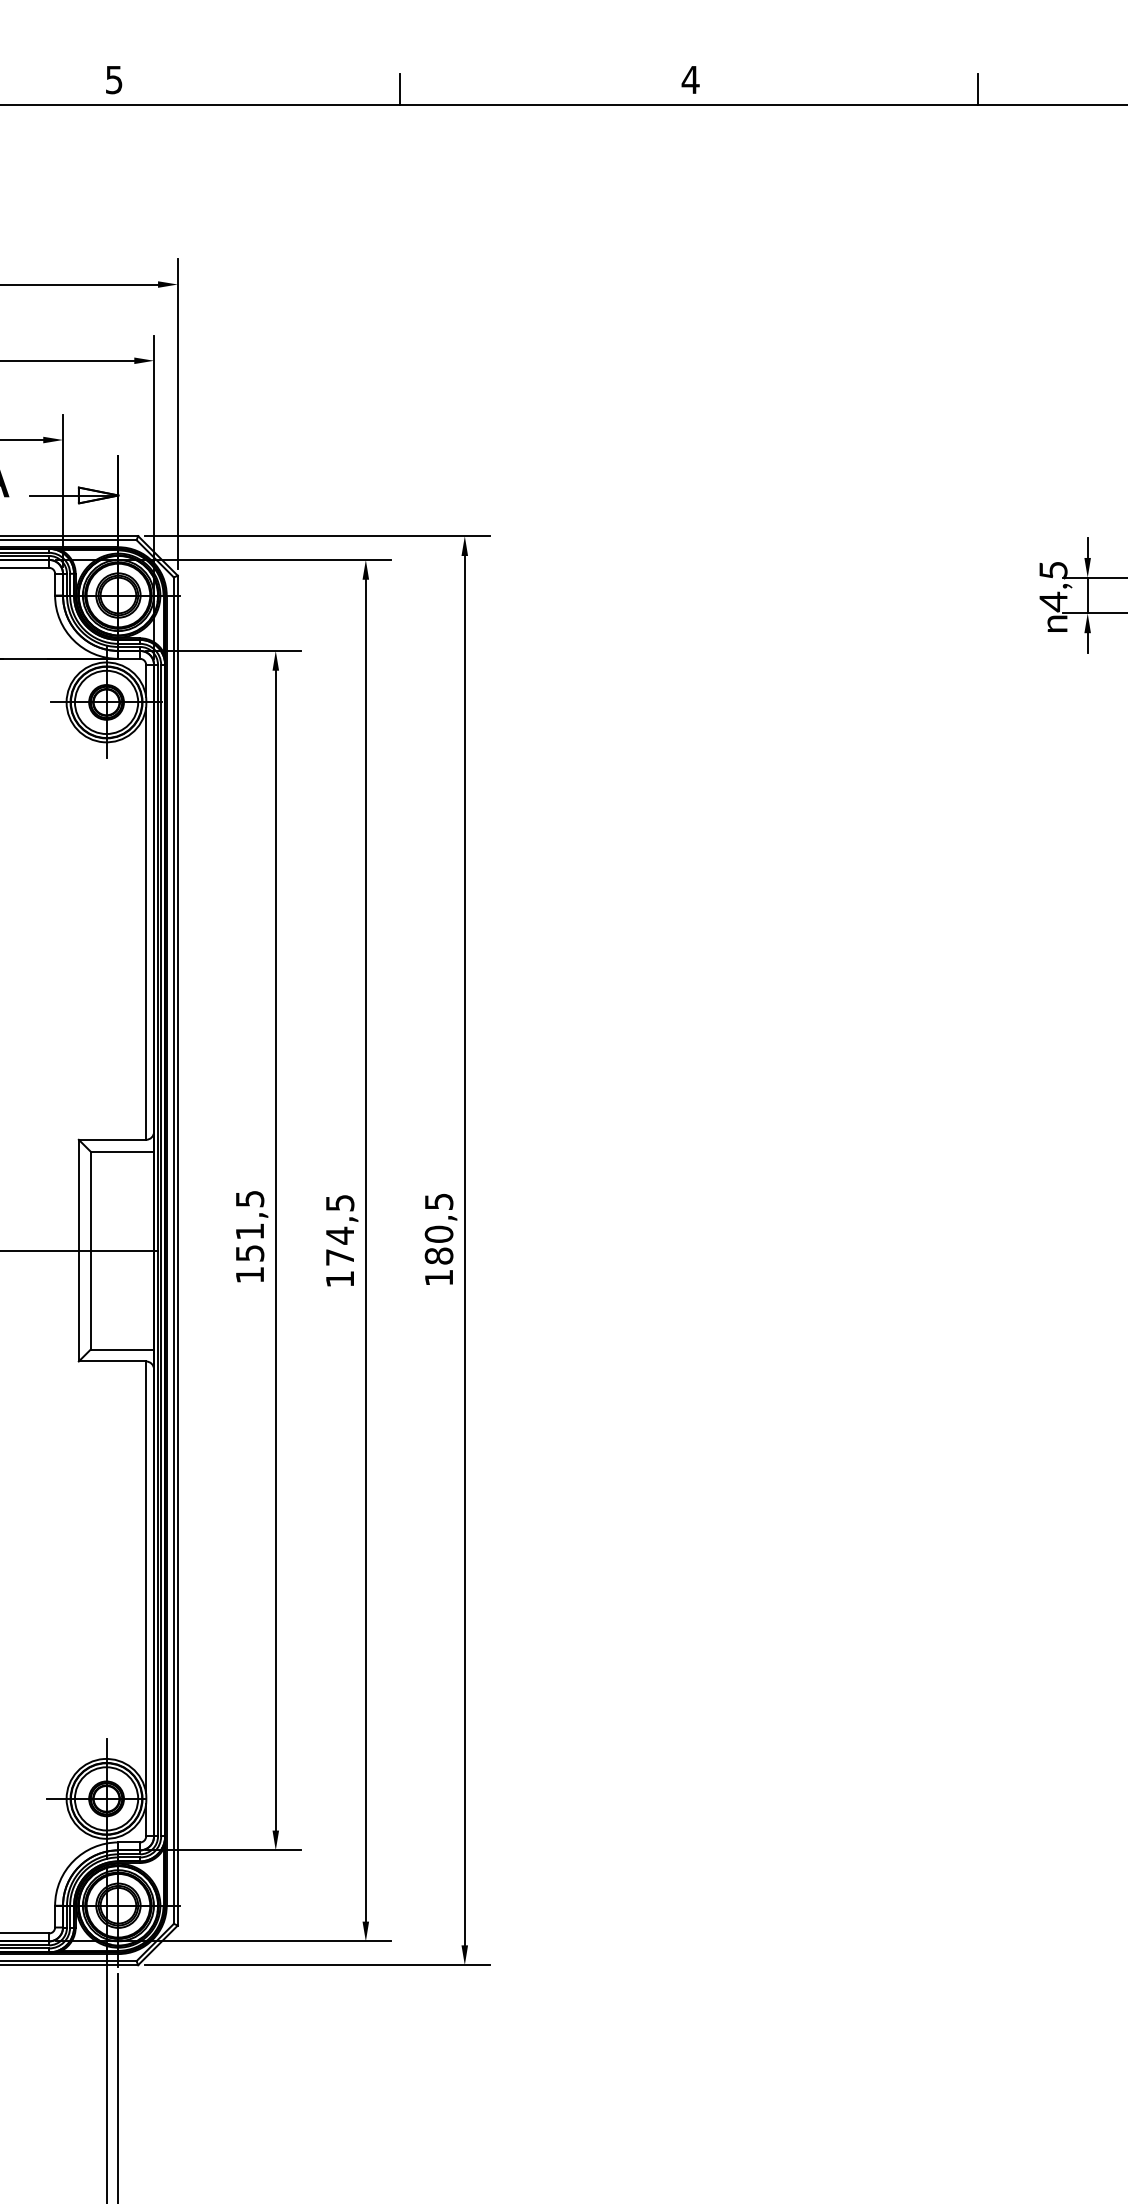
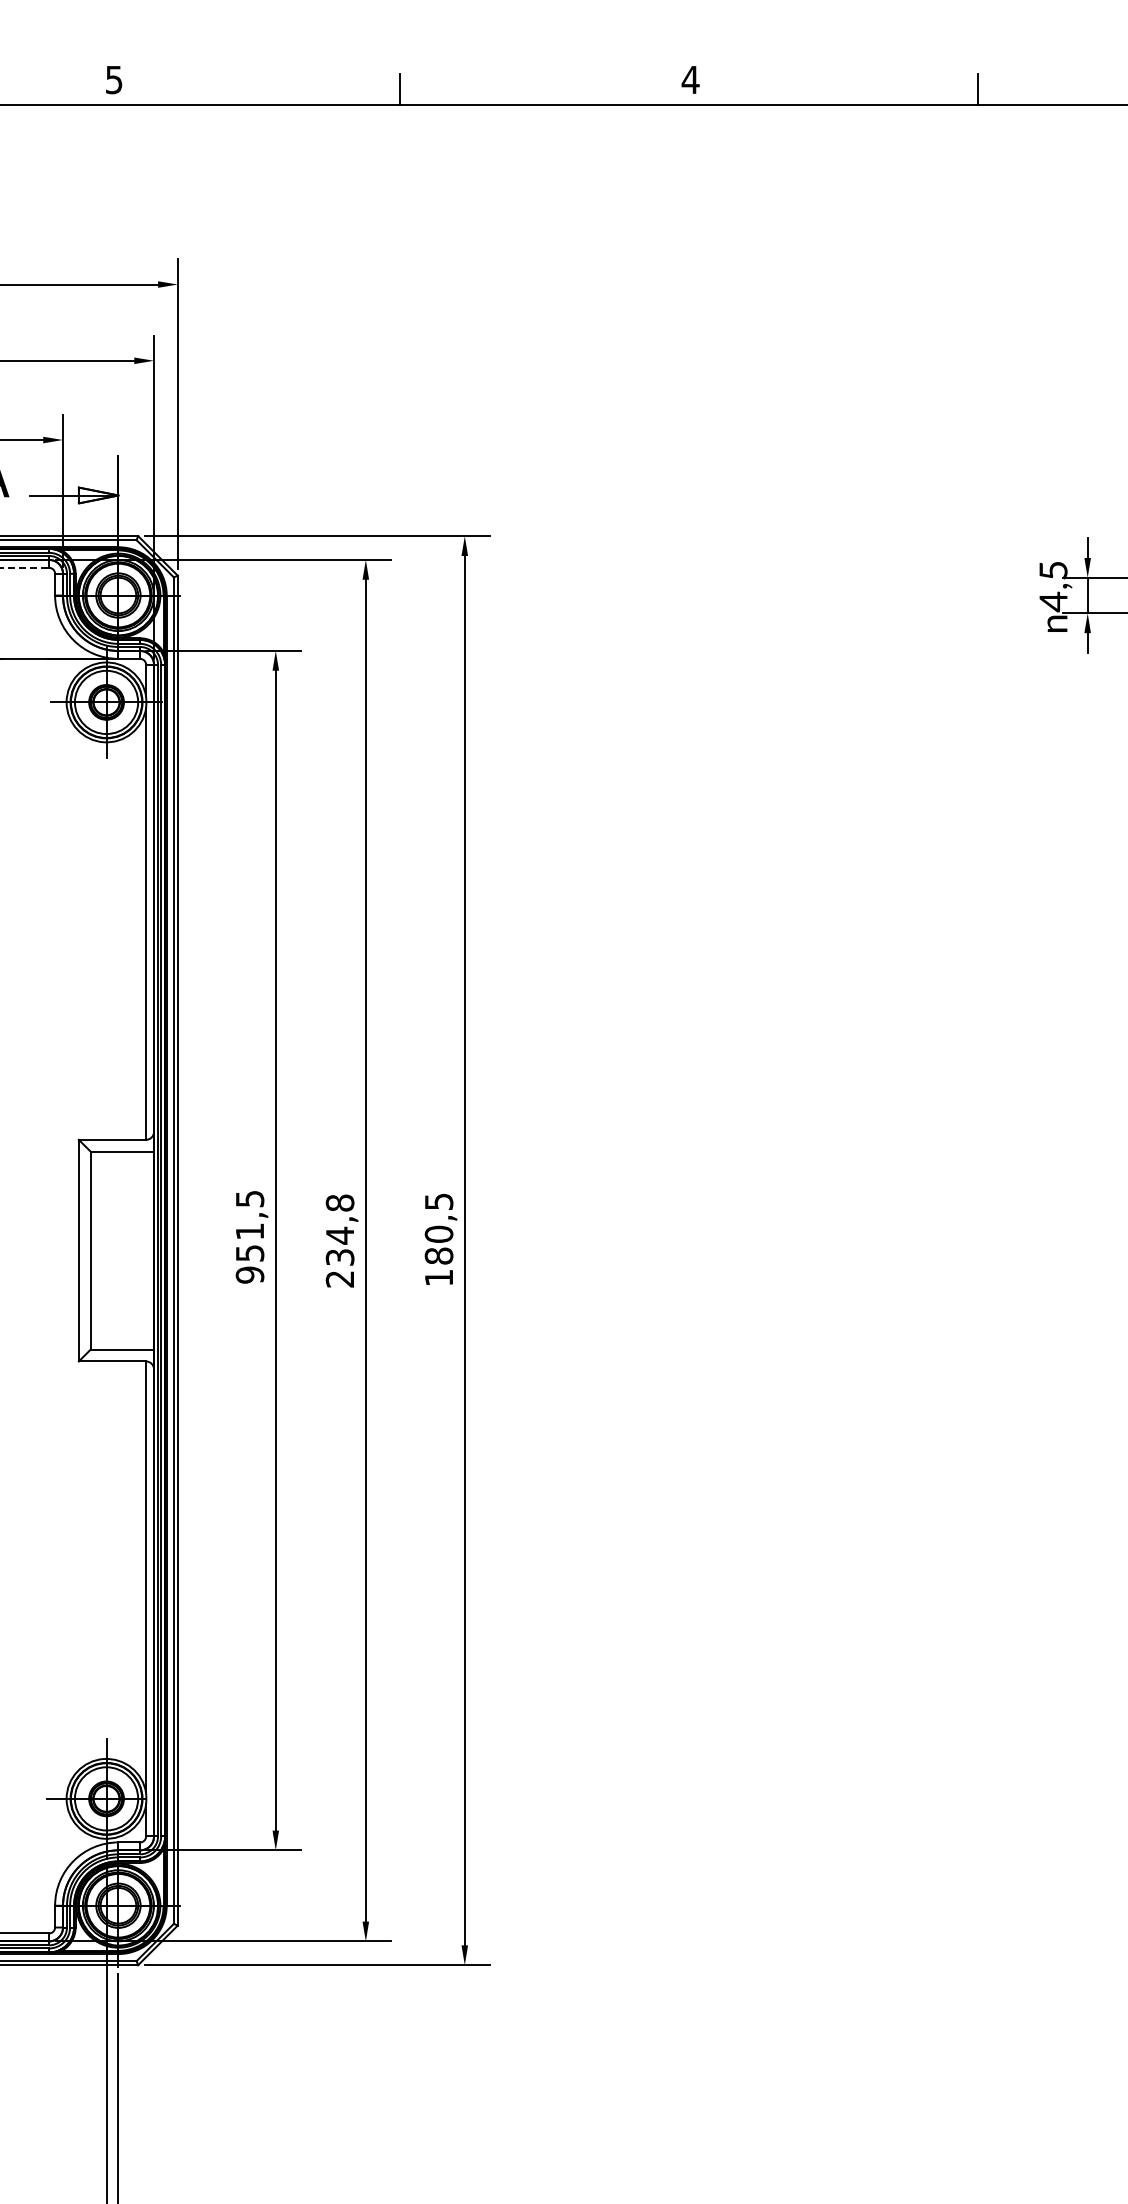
line at (25, 567): solid -> dashed
text at (339, 1240): 174,5 -> 234,8
line at (80, 1250): present -> none
text at (249, 1274): 151,5 -> 951,5
